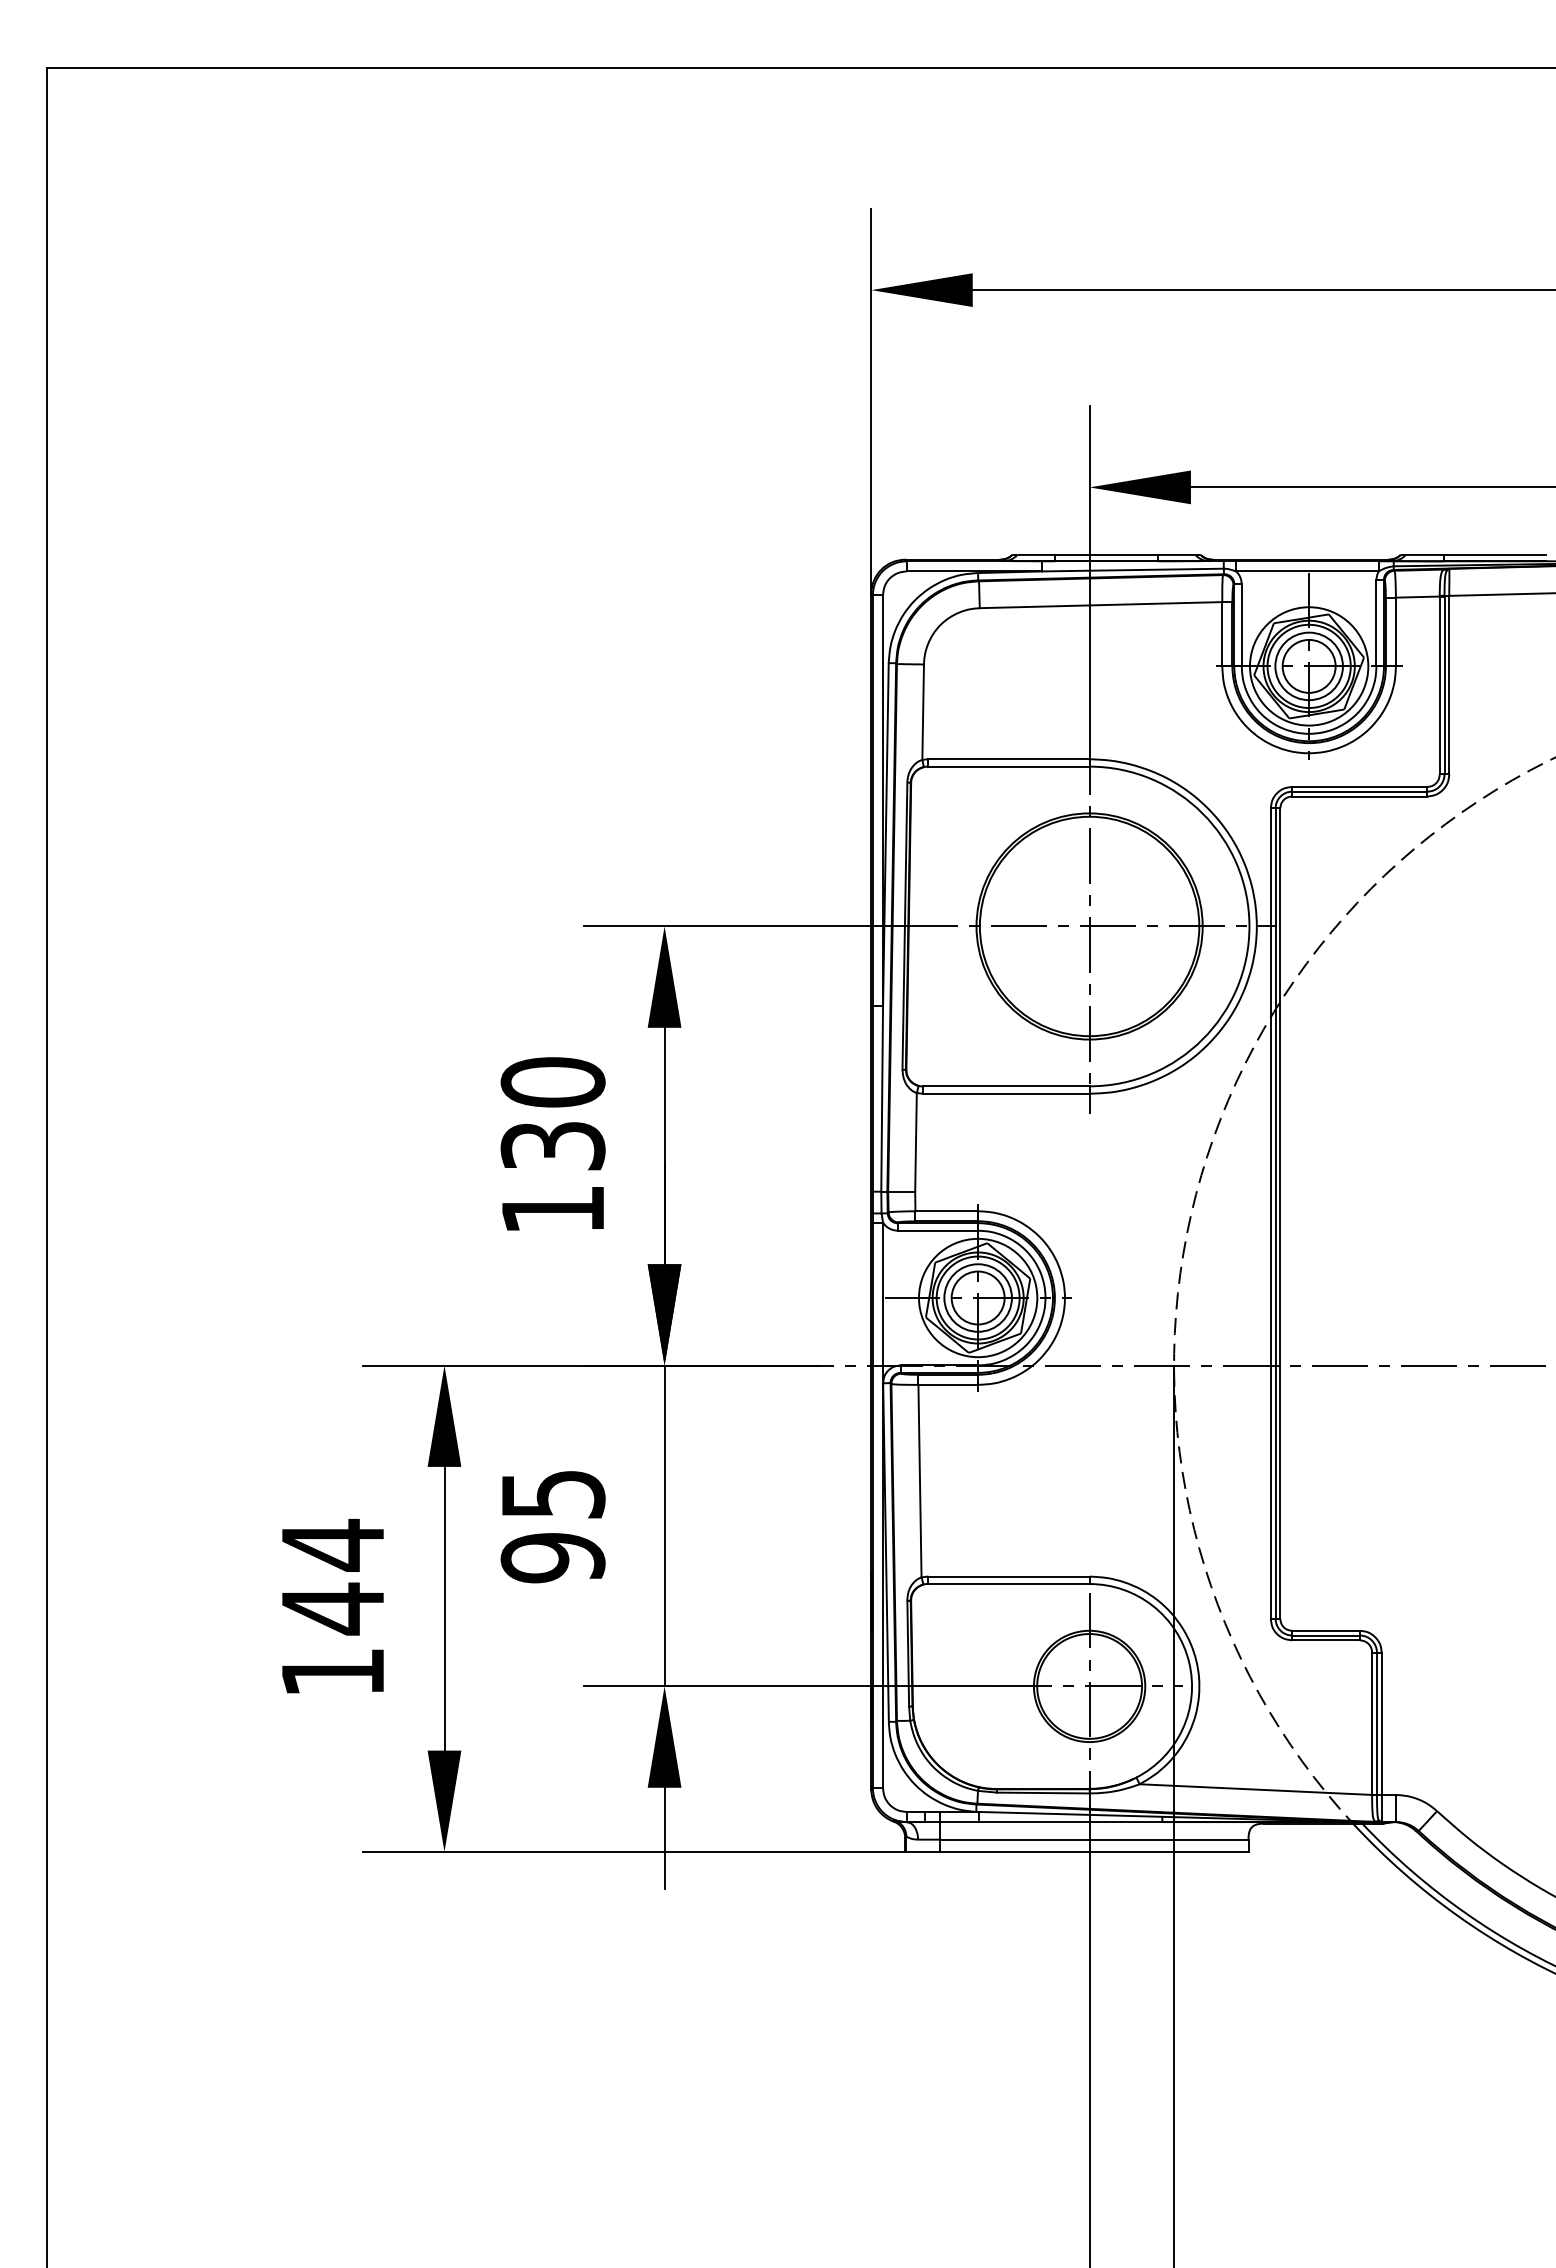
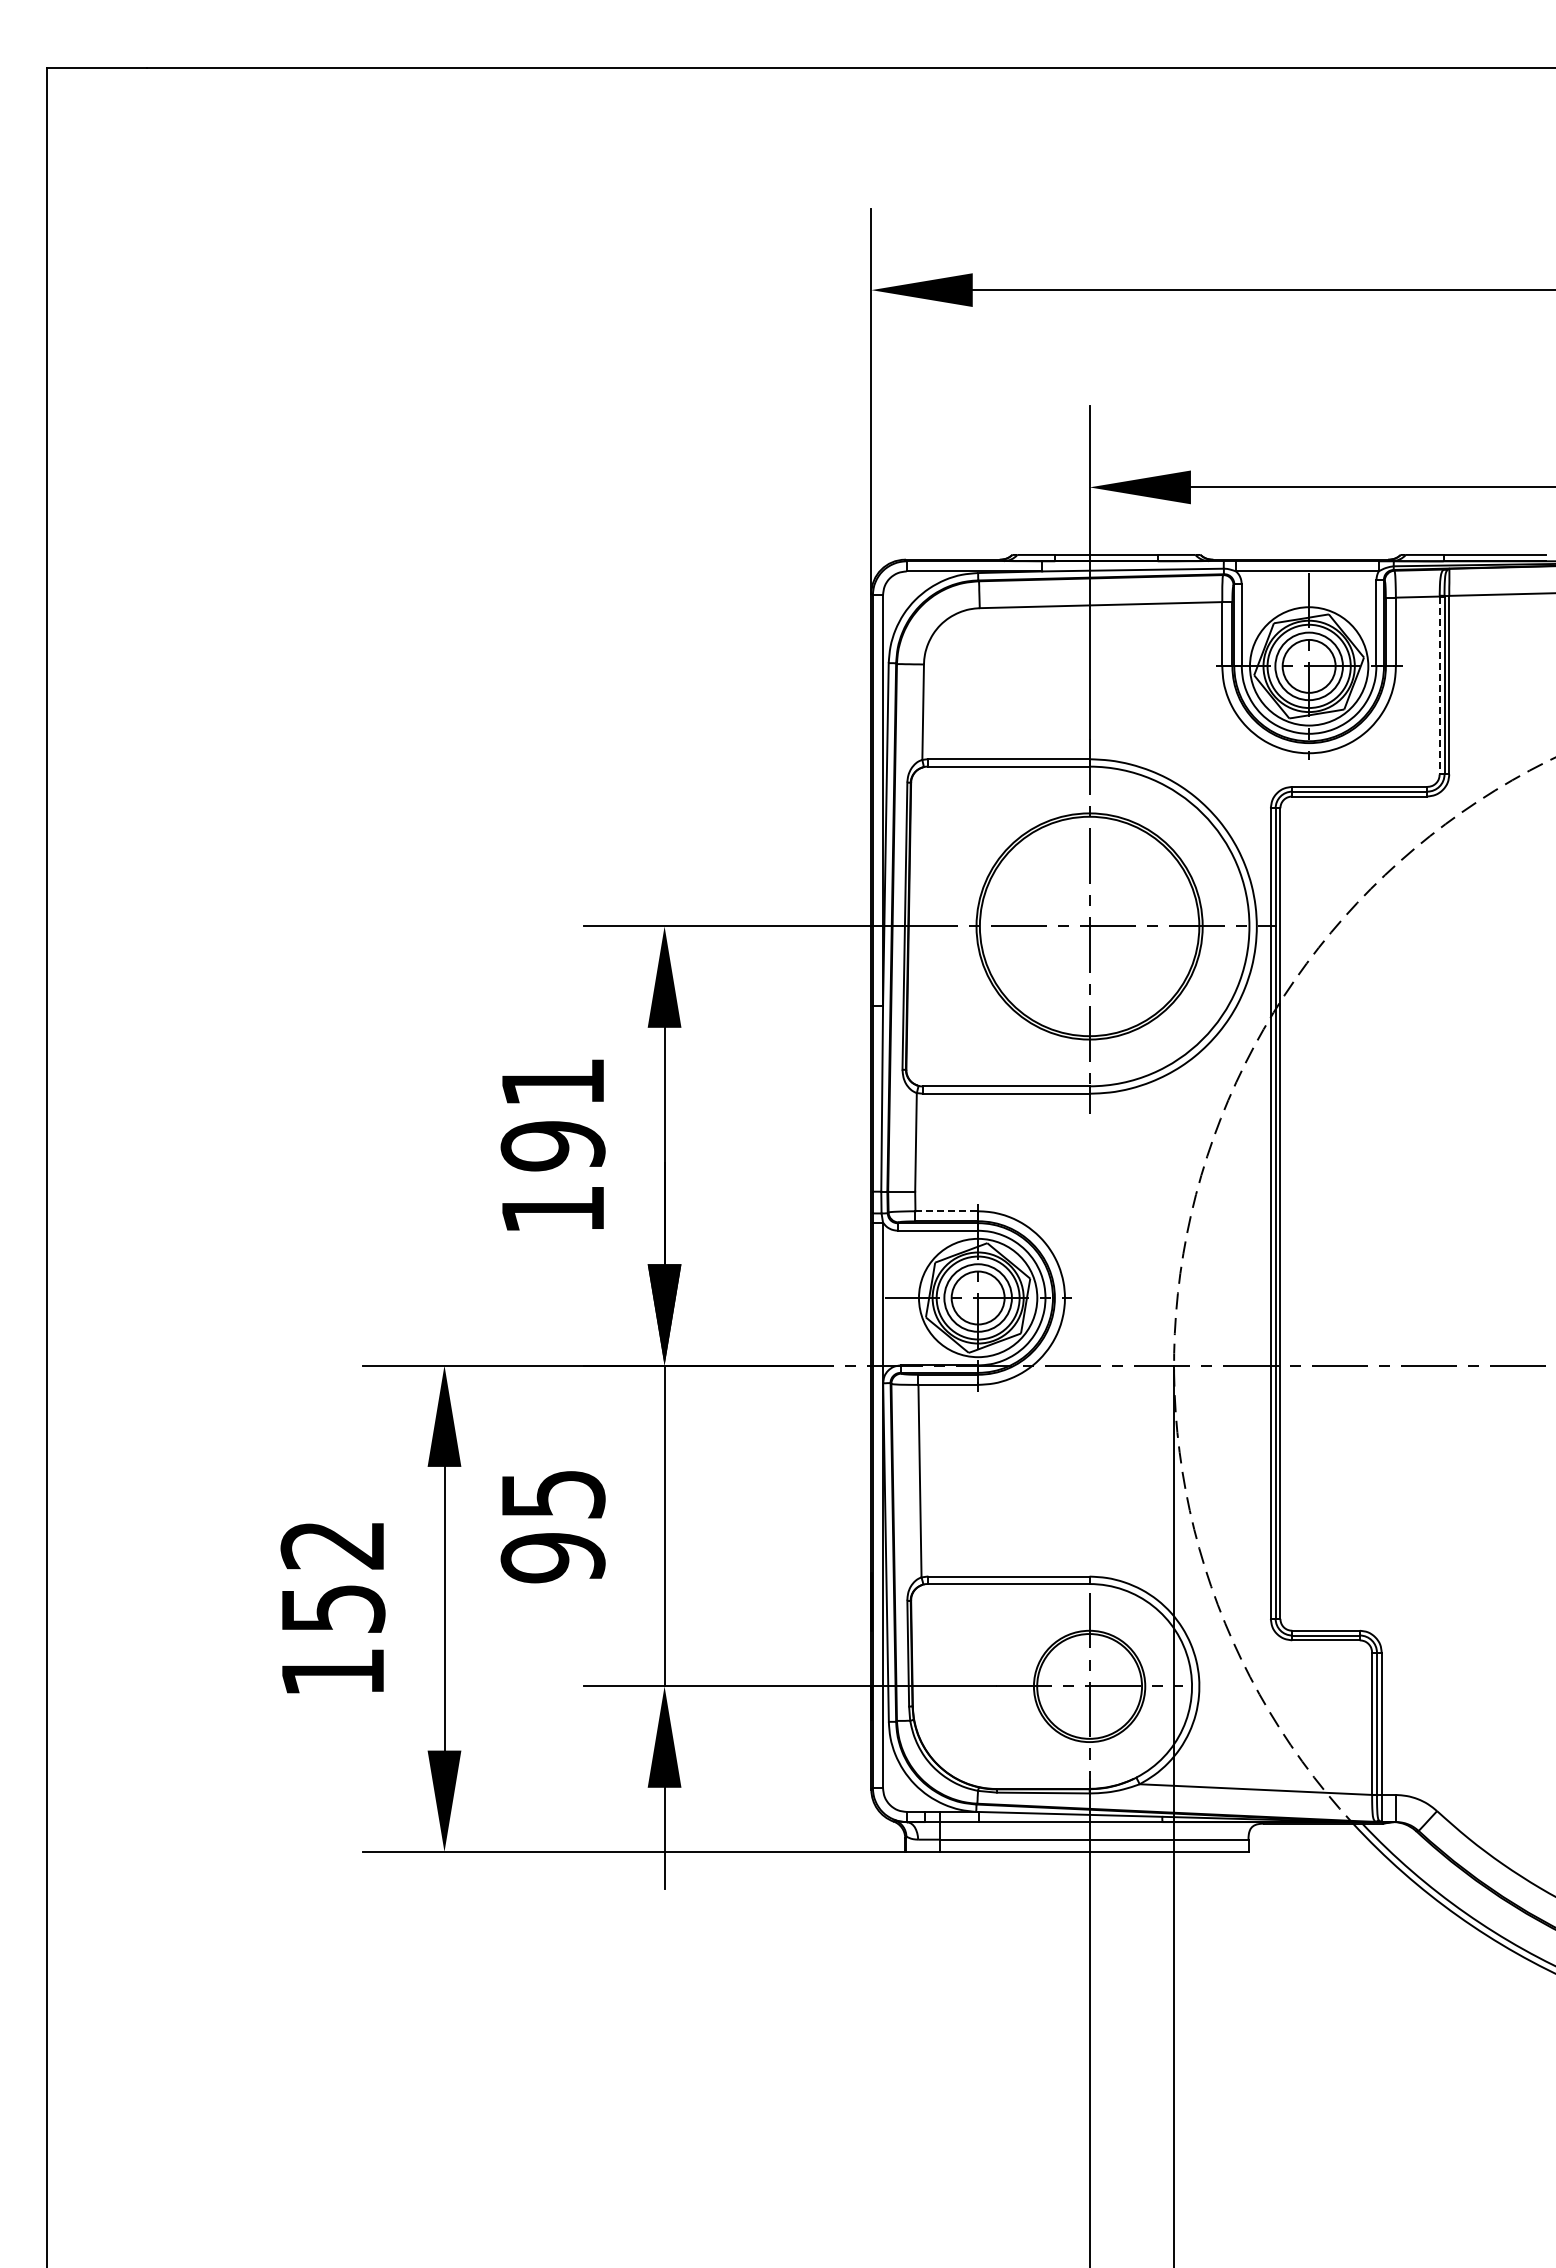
line at (1439, 685): solid -> dashed
text at (552, 1114): 130 -> 191
line at (947, 1211): solid -> dashed
text at (332, 1577): 144 -> 152
